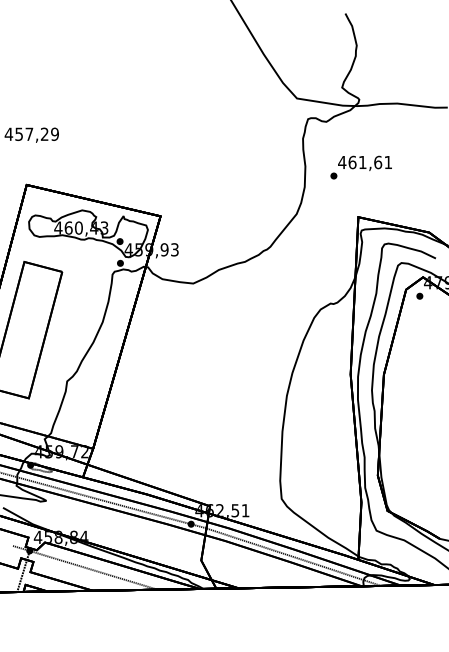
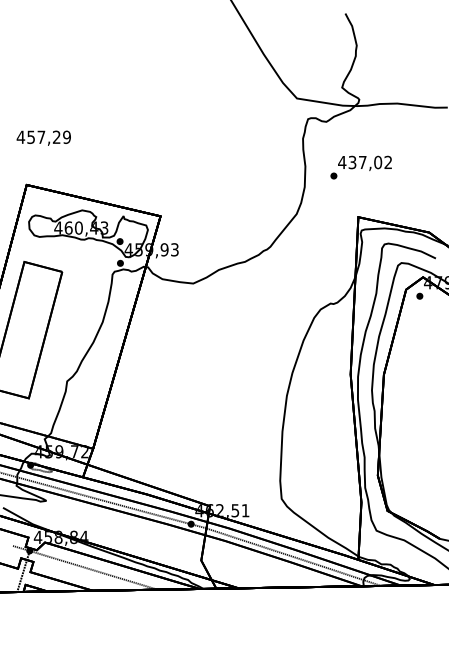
text at (31, 134) position: (31, 134) -> (43, 137)
text at (369, 162): 461,61 -> 437,02
